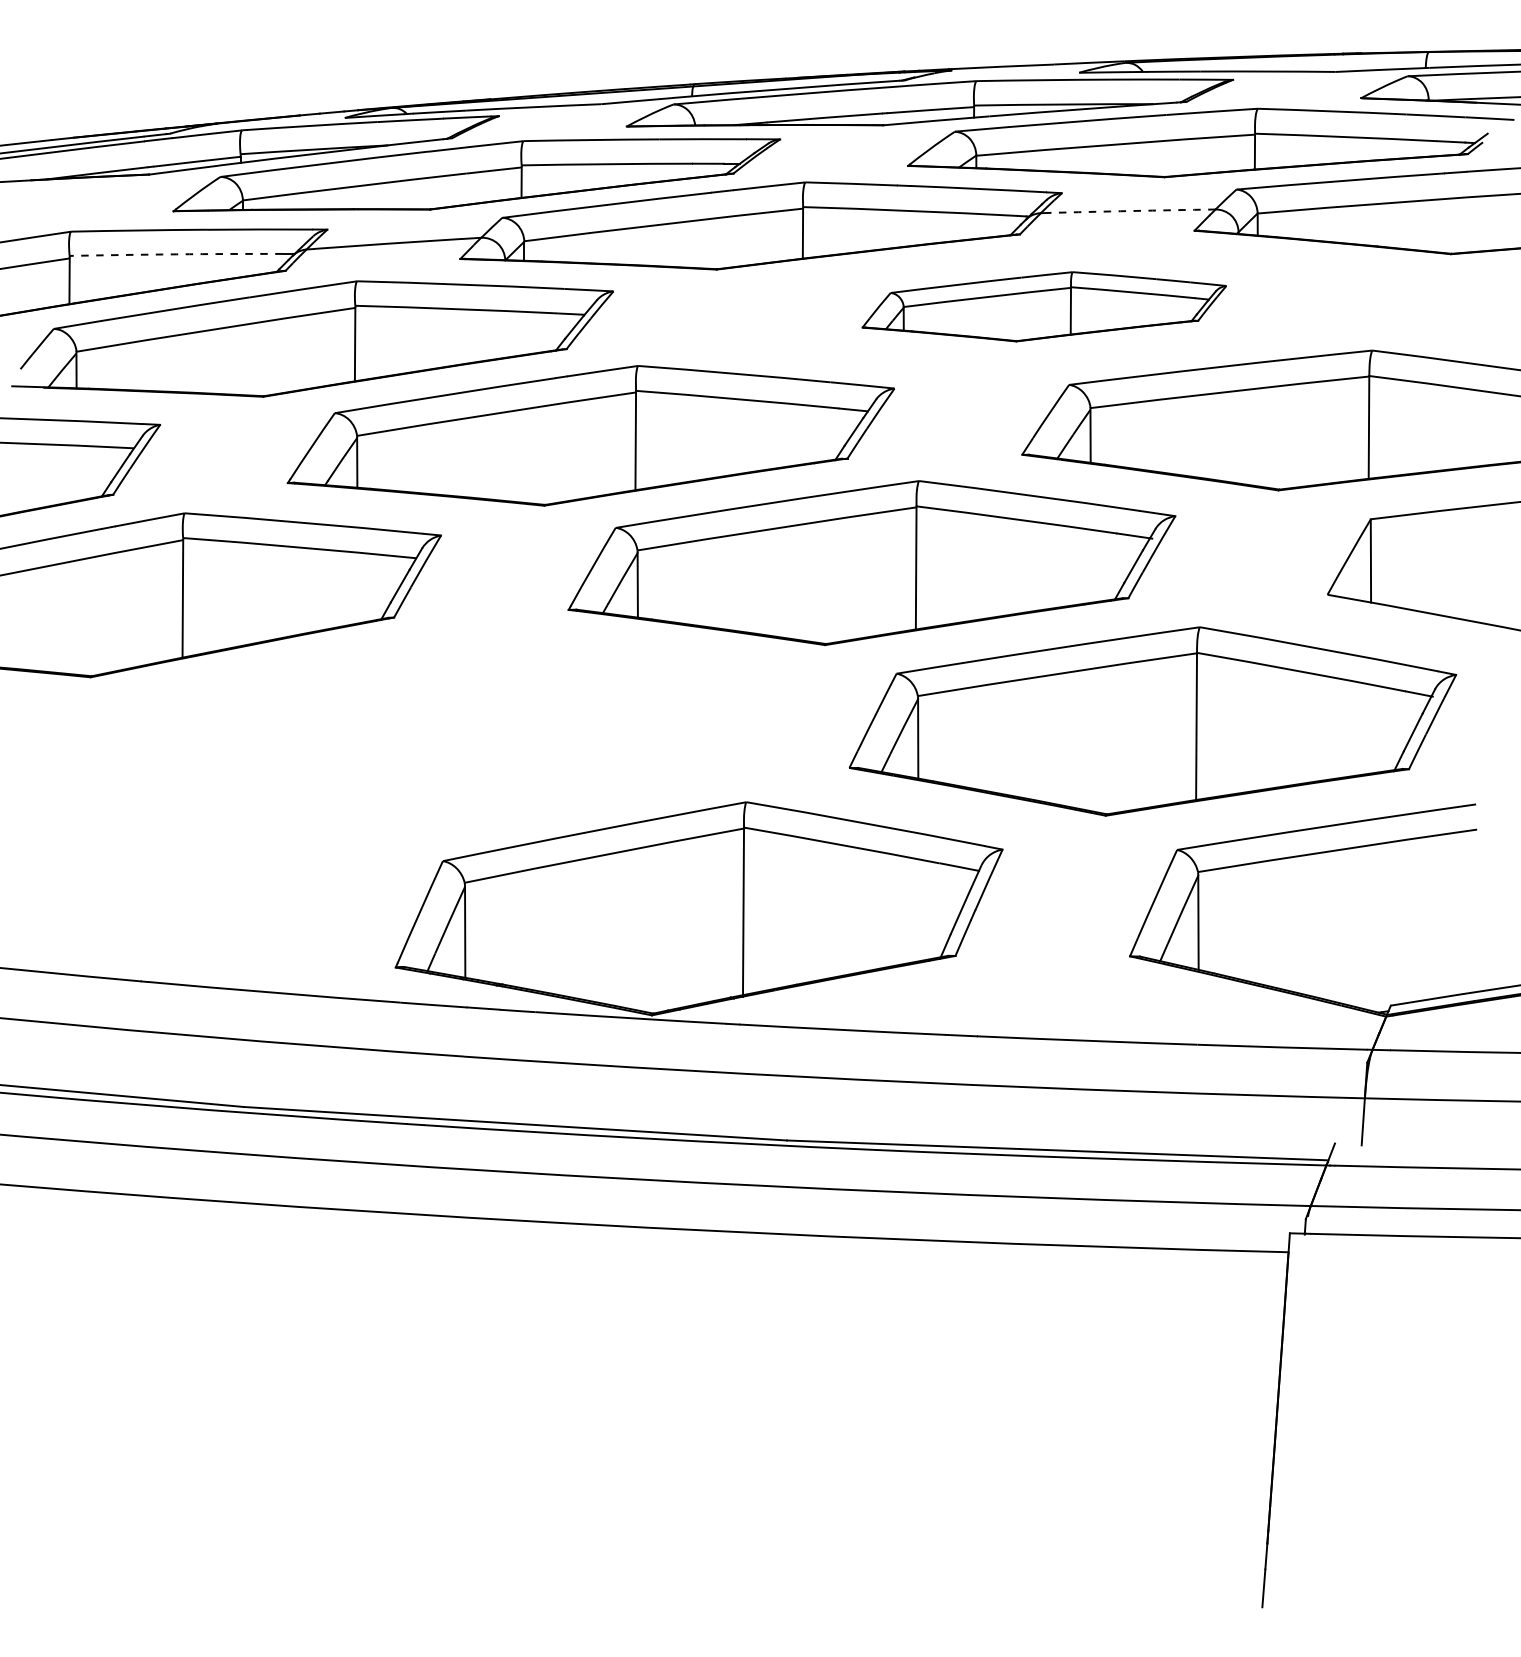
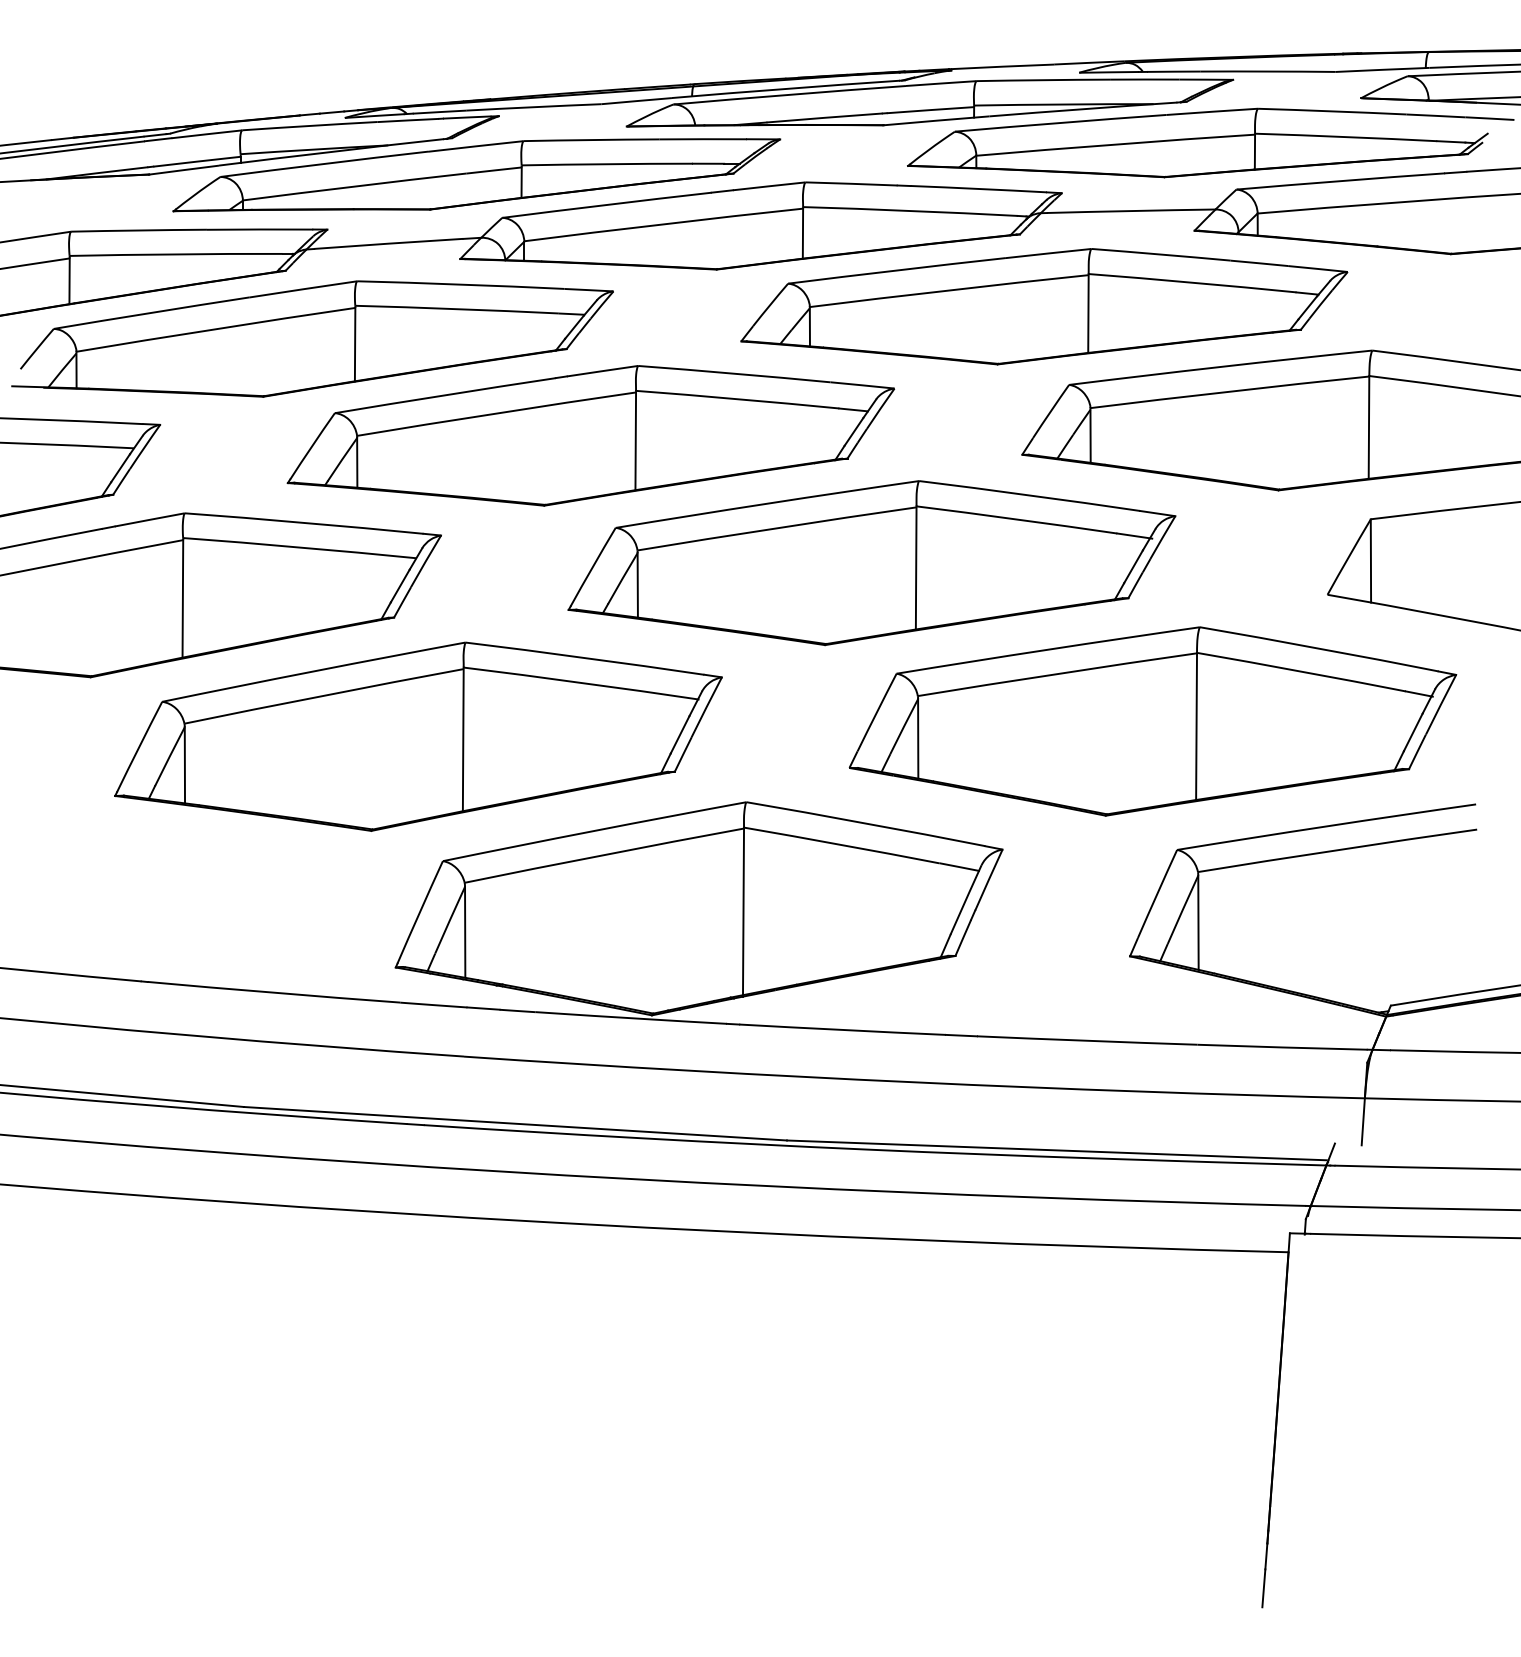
arc at (1131, 211): dashed -> solid
arc at (176, 254): dashed -> solid
part at (1043, 306) size: 366x72 px -> 609x118 px
part at (418, 736): none -> present
